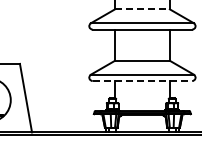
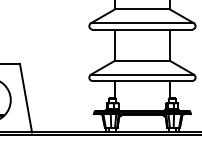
line at (142, 9): dashed -> solid
line at (142, 81): dashed -> solid
